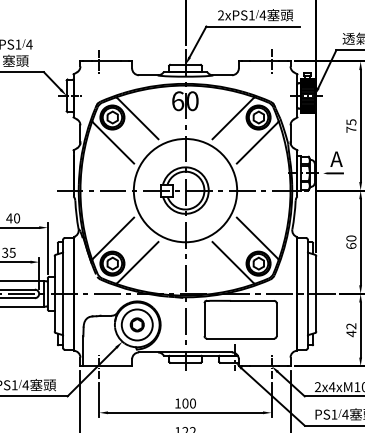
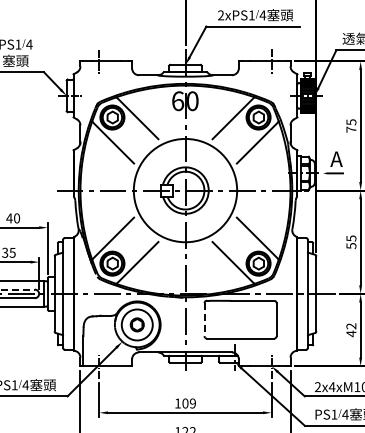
text at (351, 242): 60 -> 55
line at (17, 289): solid -> dashed
line at (204, 320): solid -> dashed
text at (192, 403): 100 -> 109
